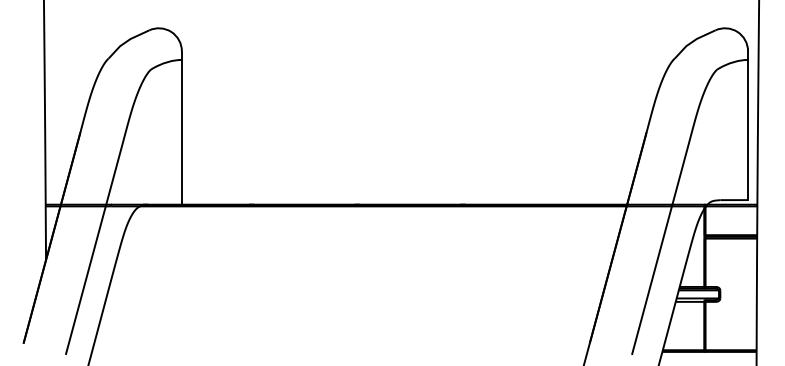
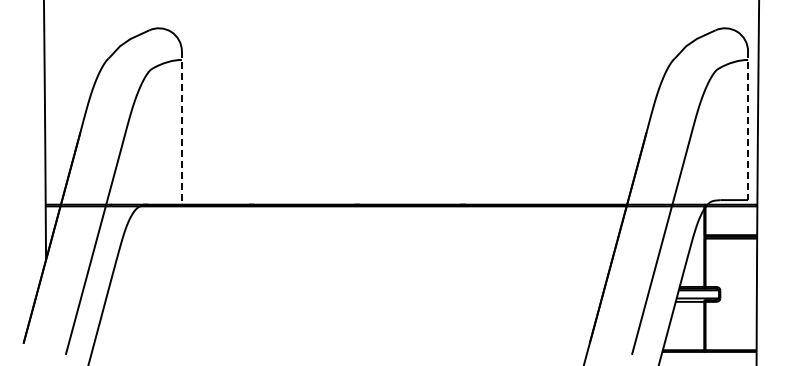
line at (748, 126): solid -> dashed
line at (181, 128): solid -> dashed
